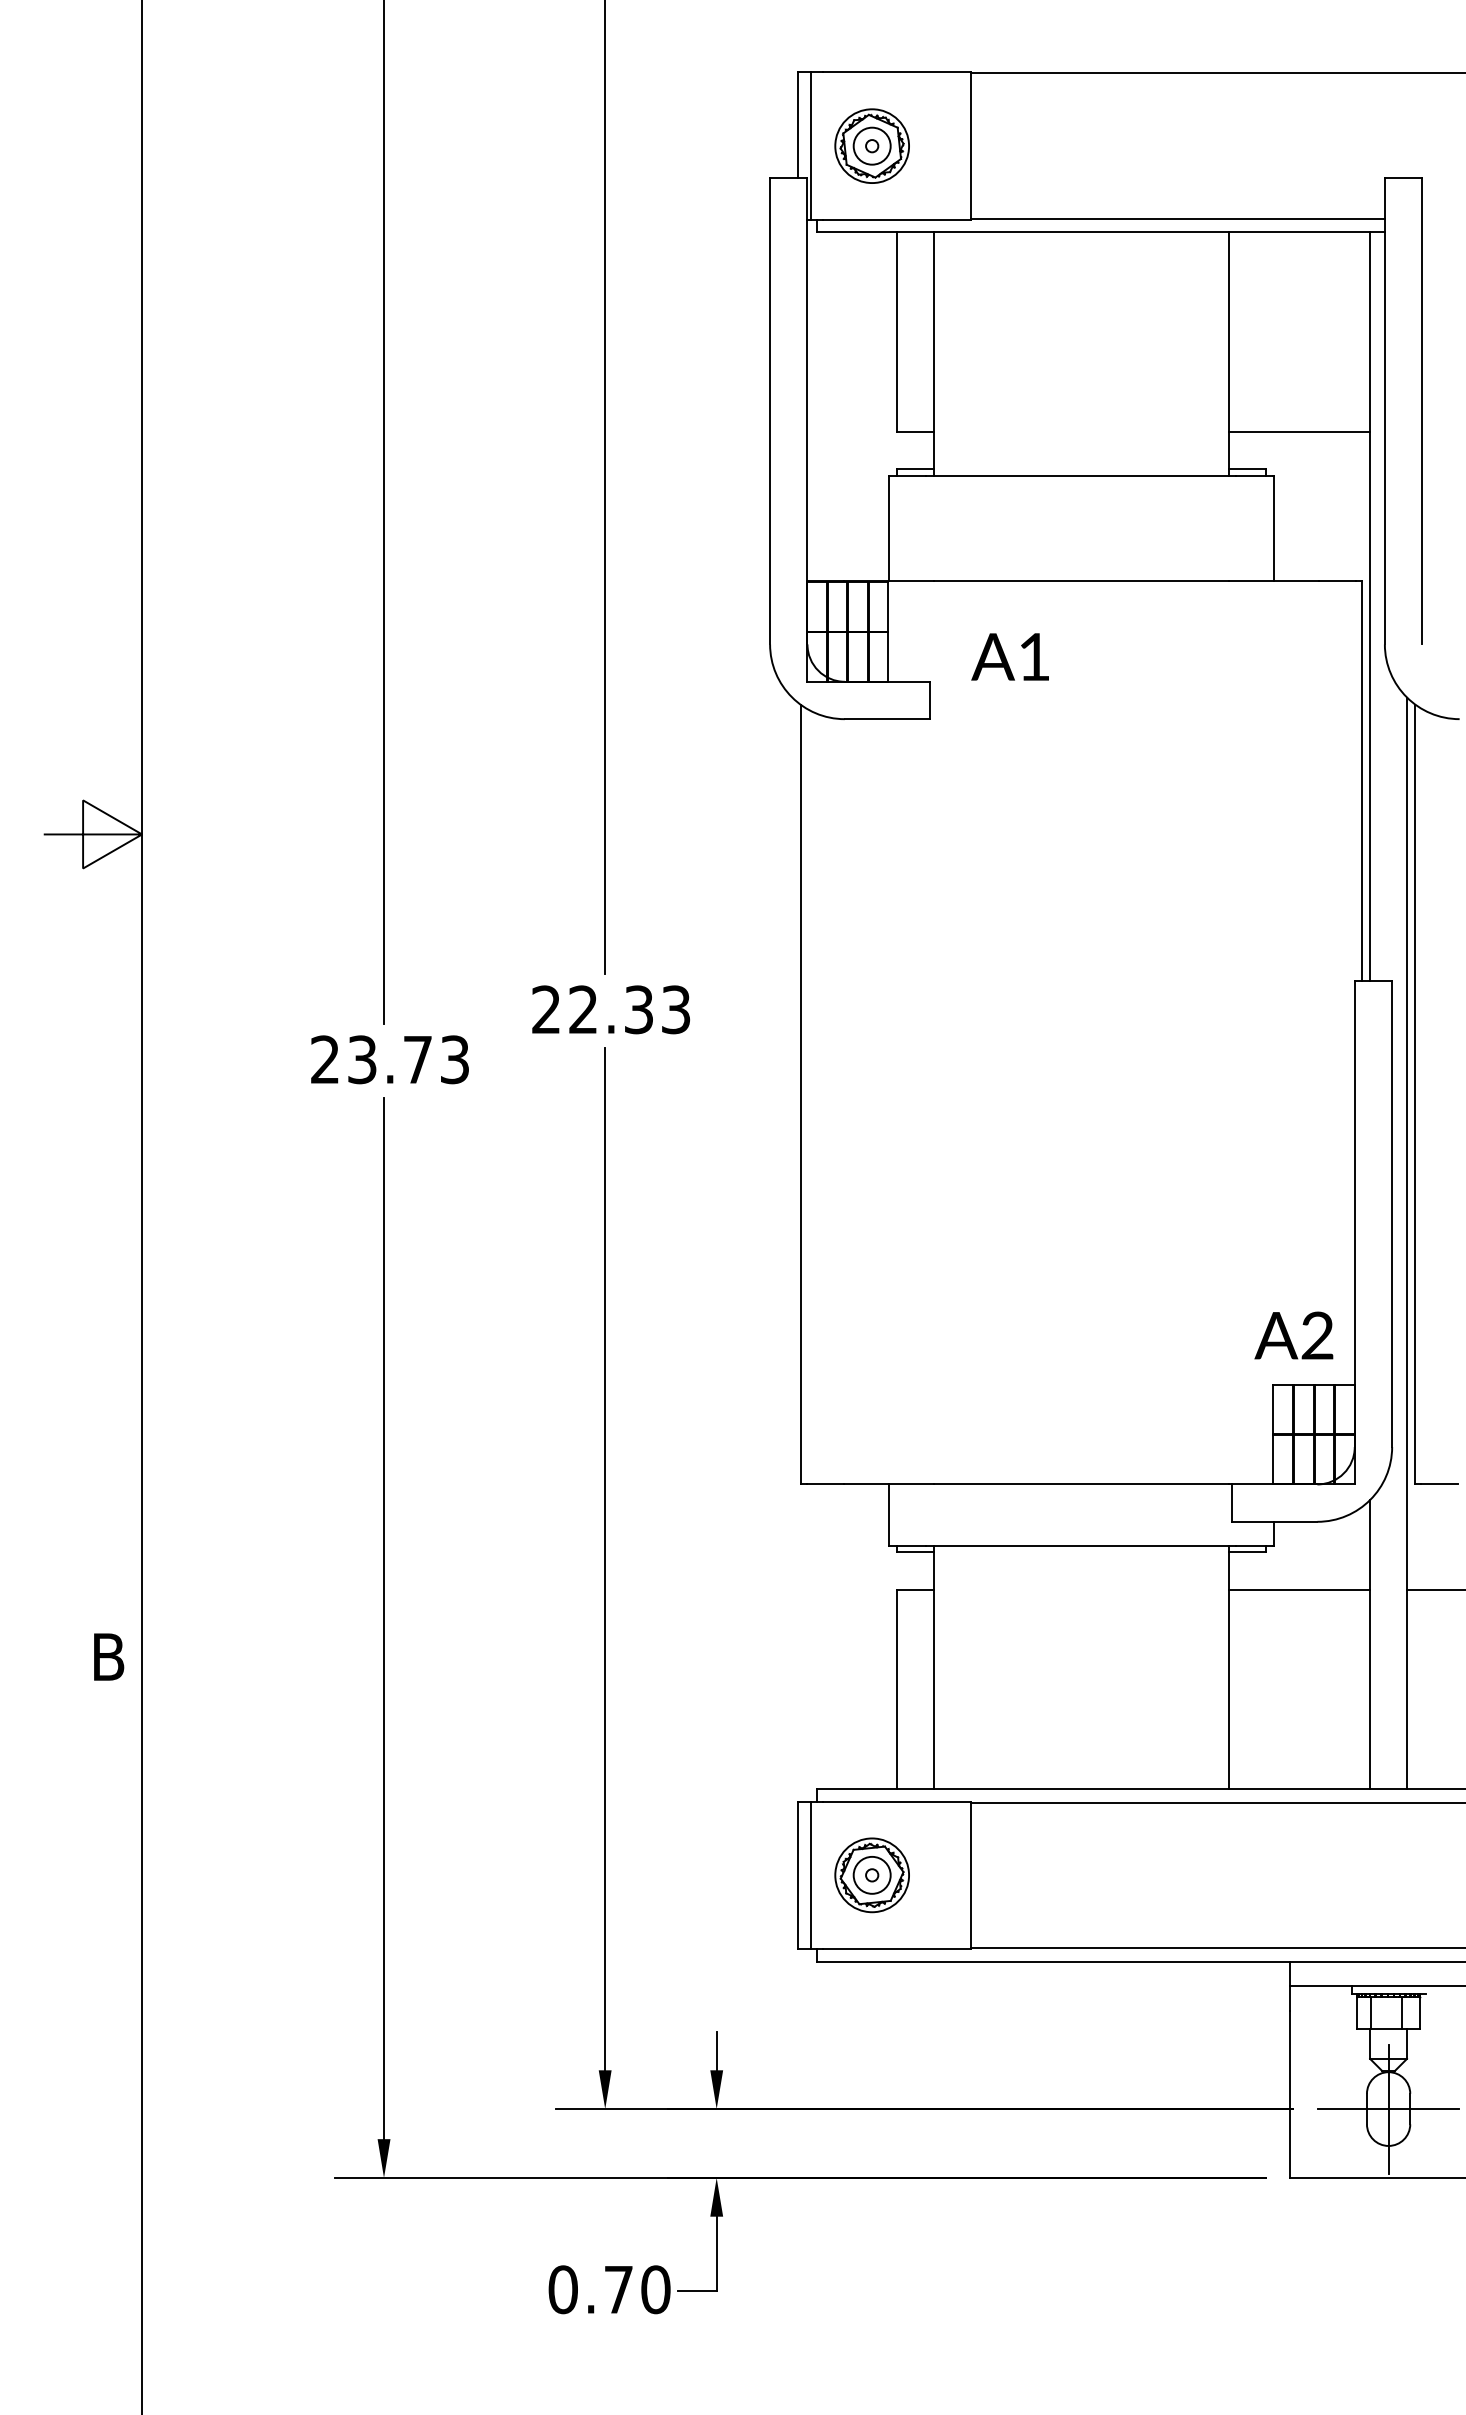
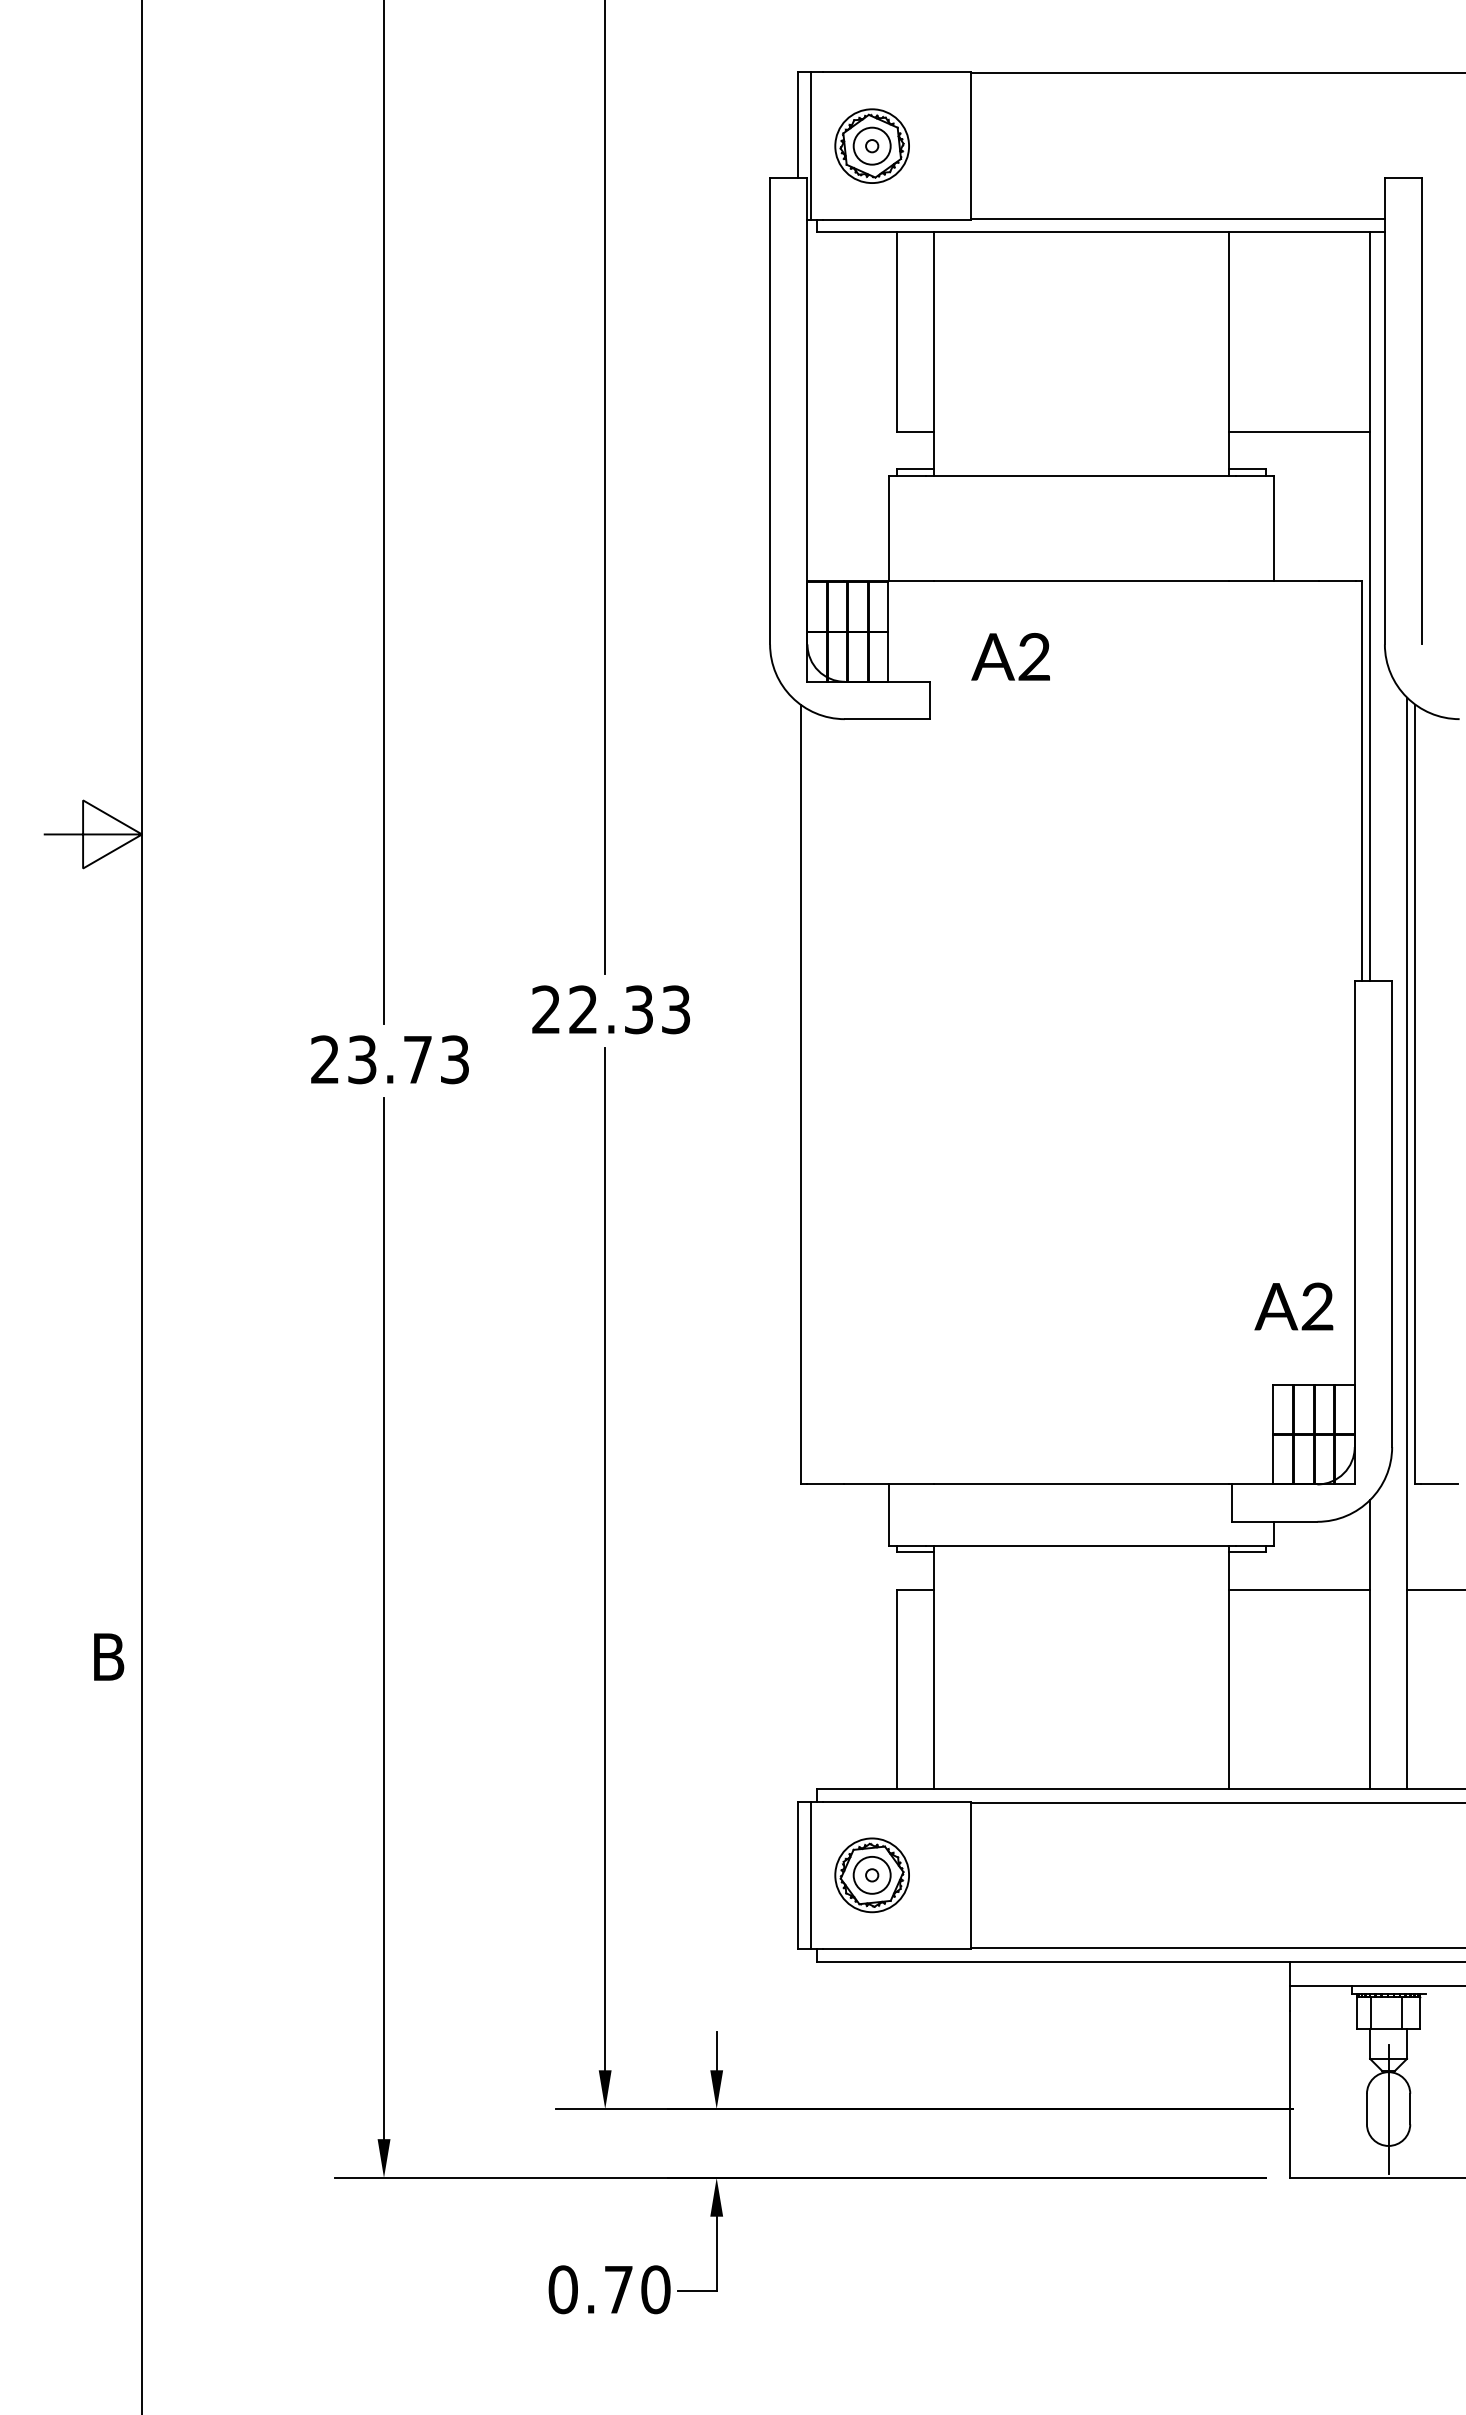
text at (1033, 656): A1 -> A2
text at (1293, 1335) position: (1293, 1335) -> (1293, 1306)
line at (1388, 2109): present -> none
